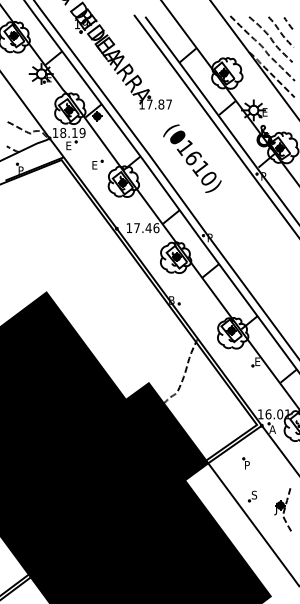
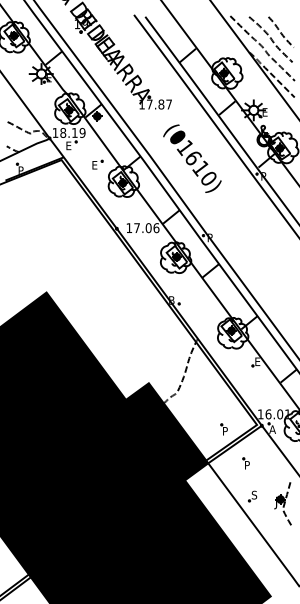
line at (289, 23): present -> none
text at (148, 228): 17.46 -> 17.06
part at (223, 429): none -> present
part at (282, 509) position: (282, 509) -> (282, 503)
